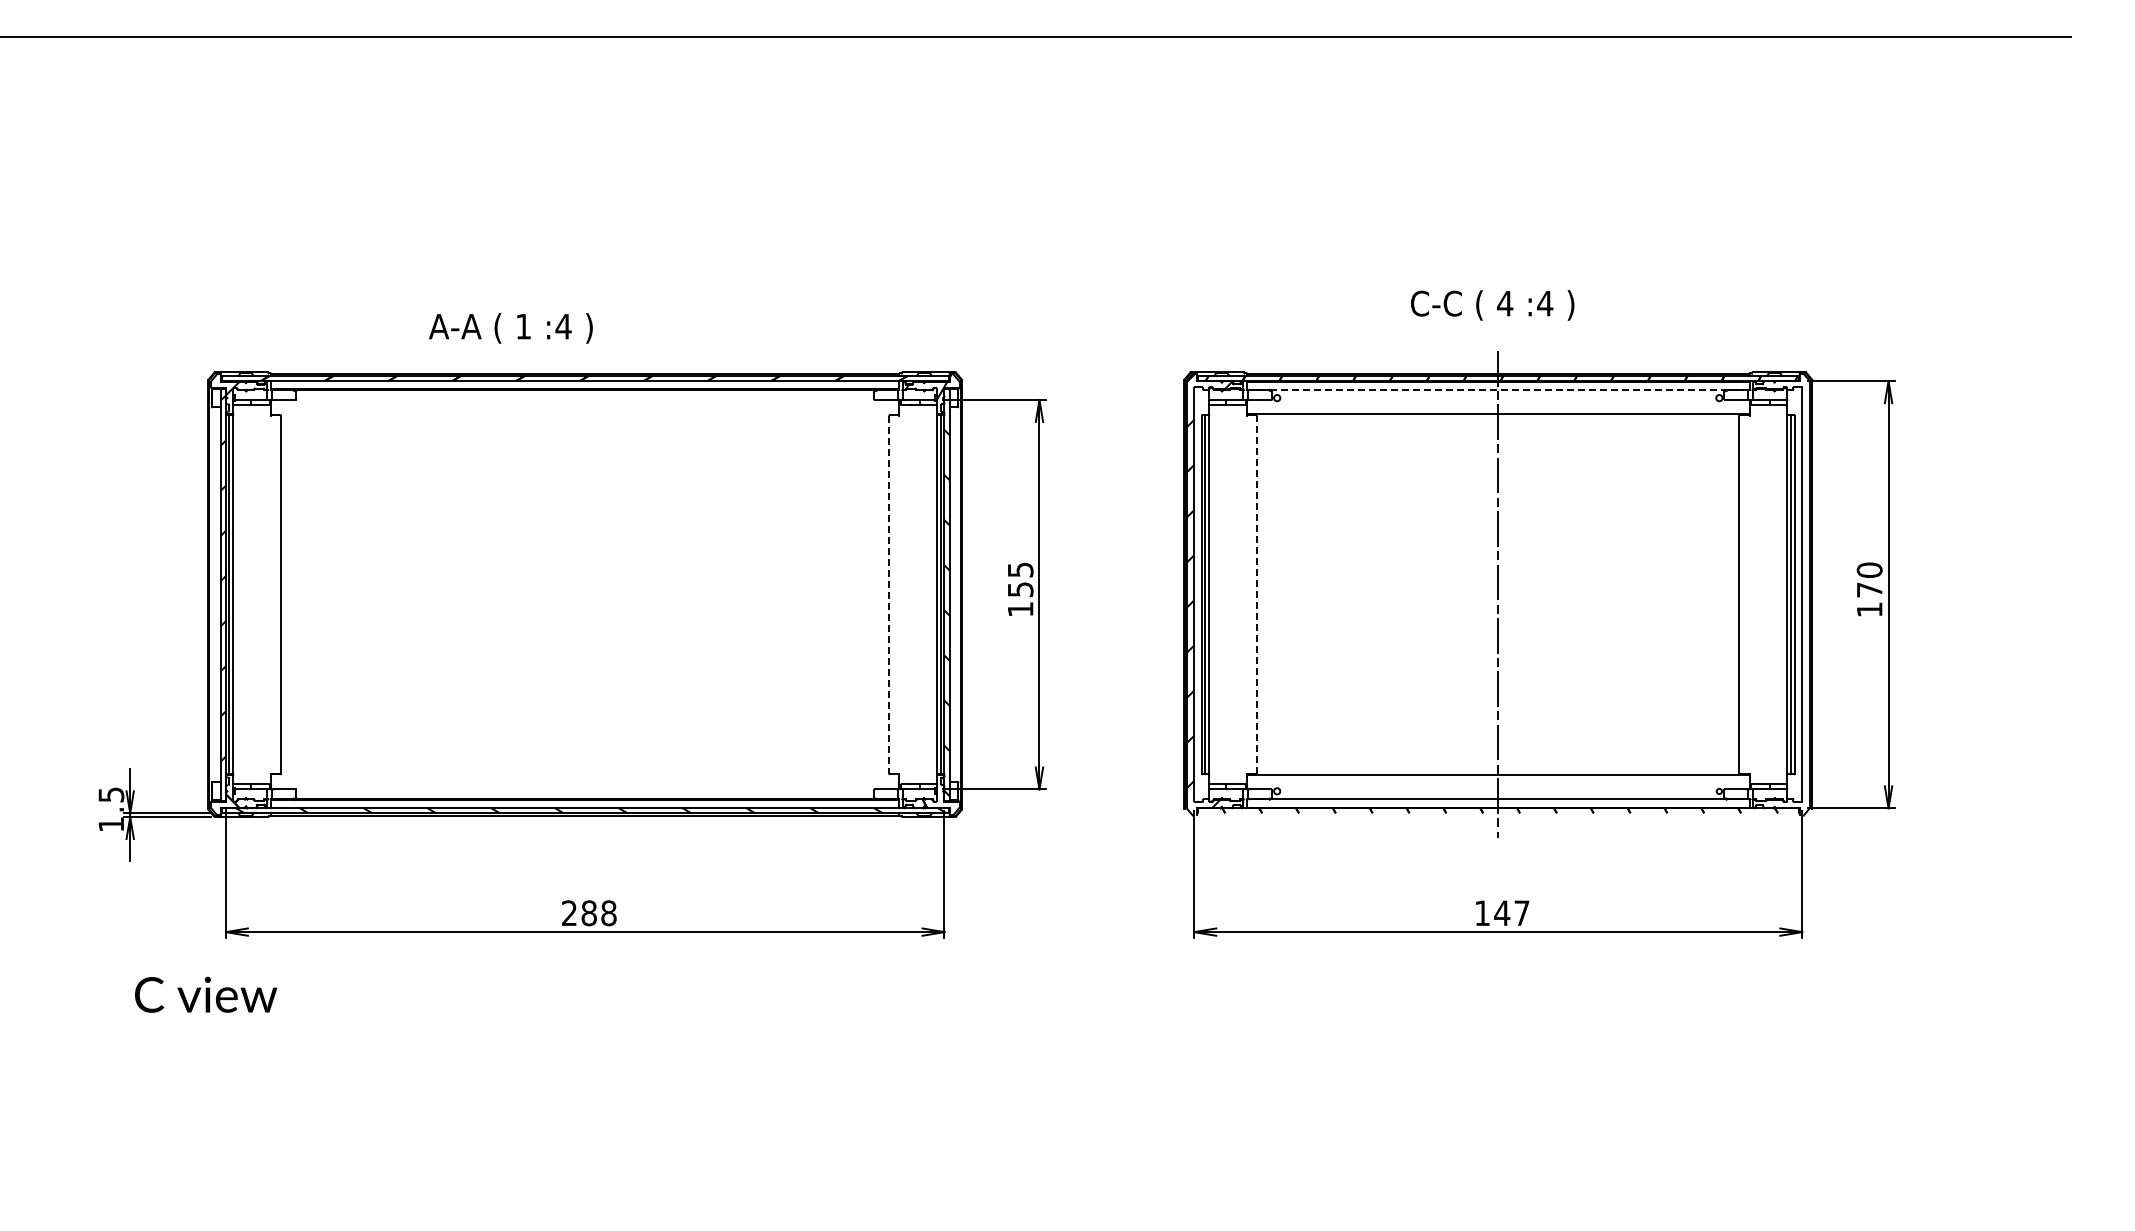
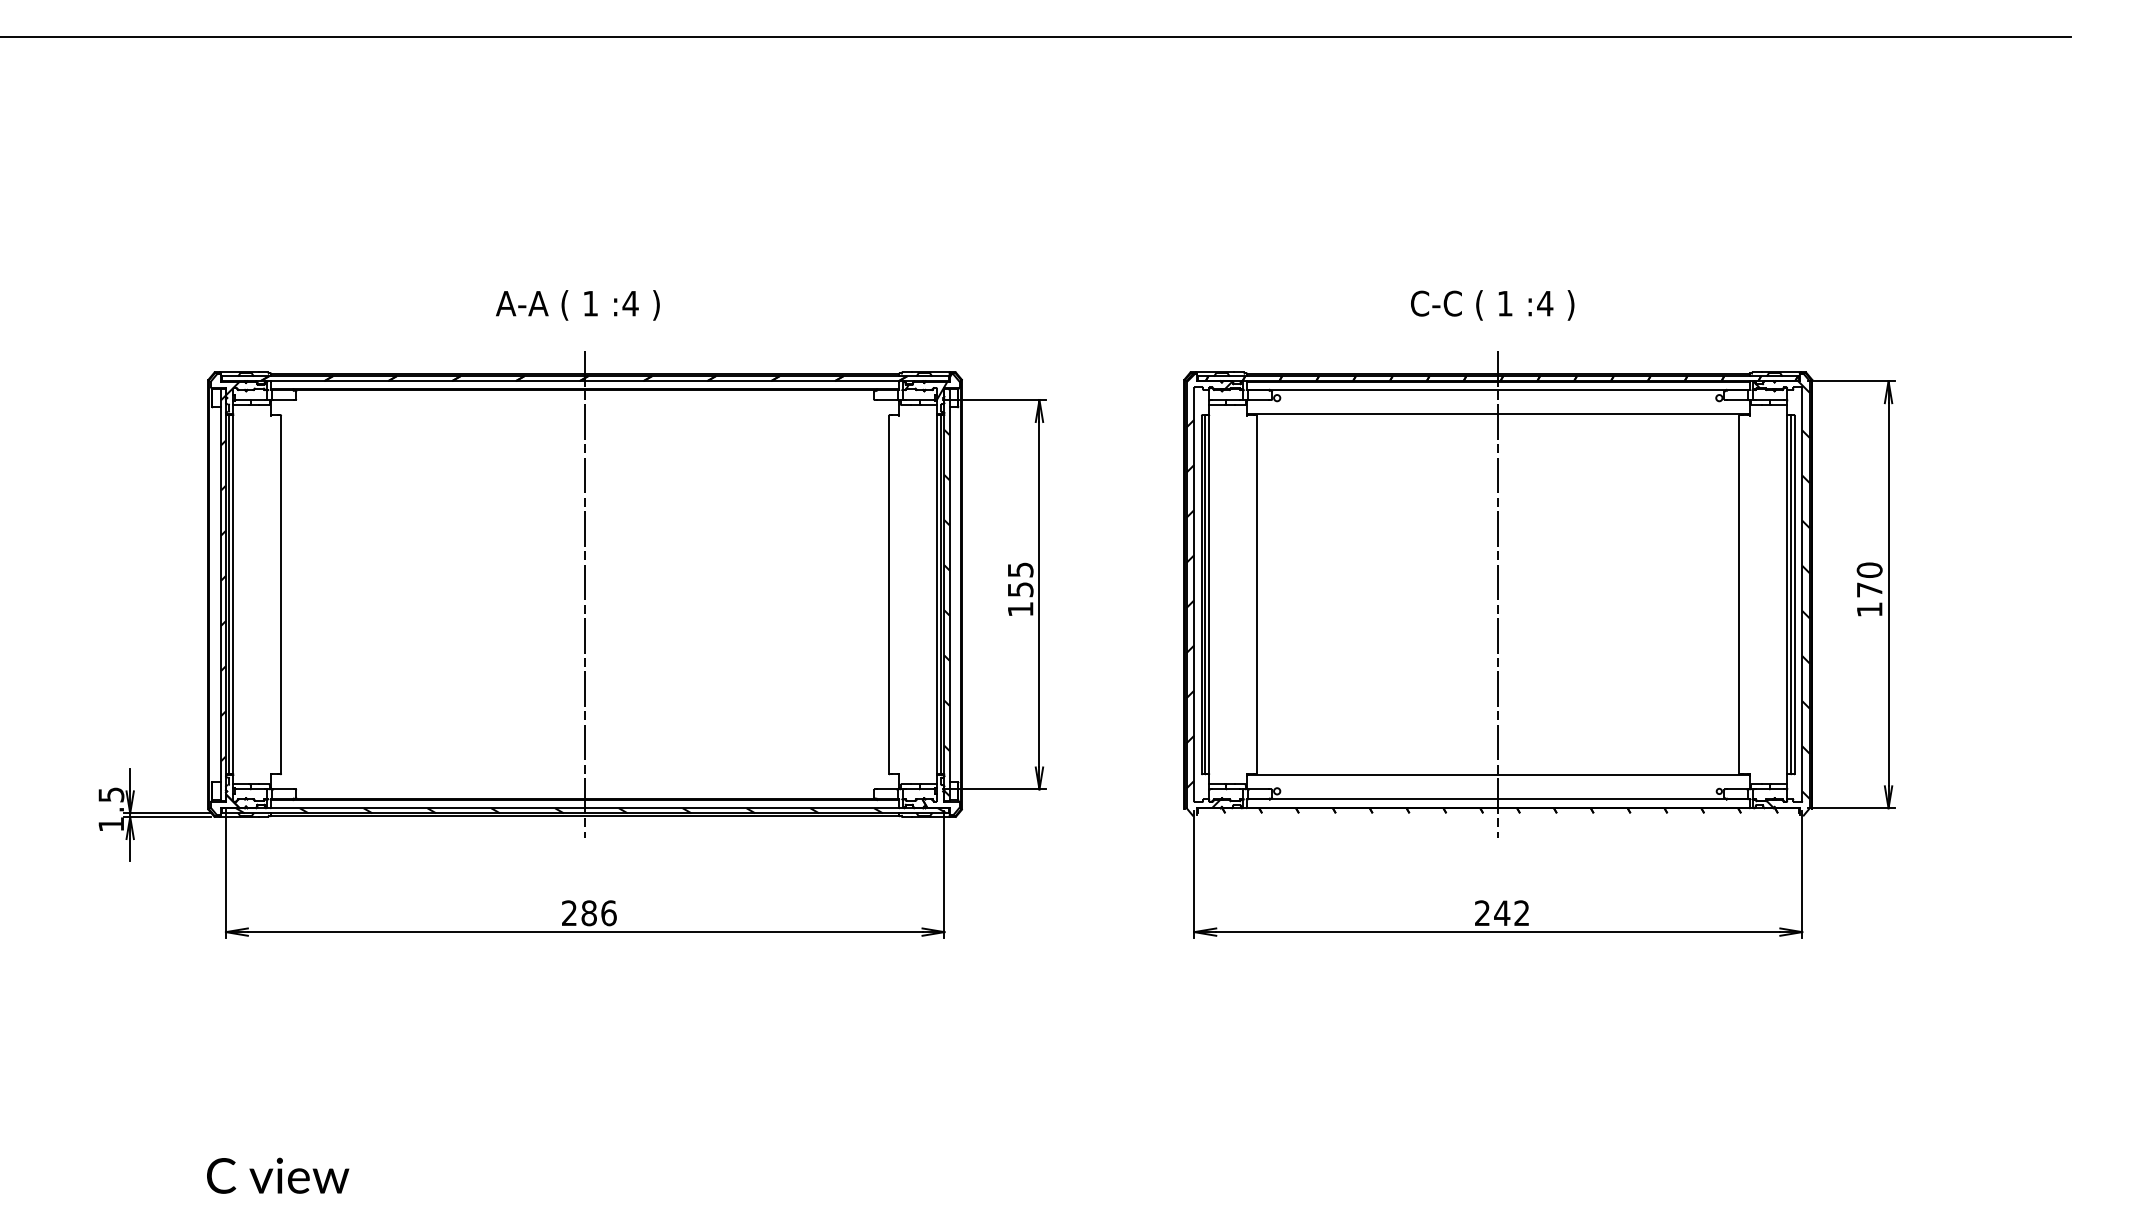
text at (1505, 303): 4 -> 1
text at (510, 328) position: (510, 328) -> (577, 305)
line at (1498, 389): dashed -> solid
line at (585, 594): none -> present
line at (889, 594): dashed -> solid
line at (1257, 594): dashed -> solid
hatch at (1781, 594): none -> present
text at (1502, 912): 147 -> 242
text at (608, 913): 288 -> 286
text at (206, 994) position: (206, 994) -> (278, 1175)
